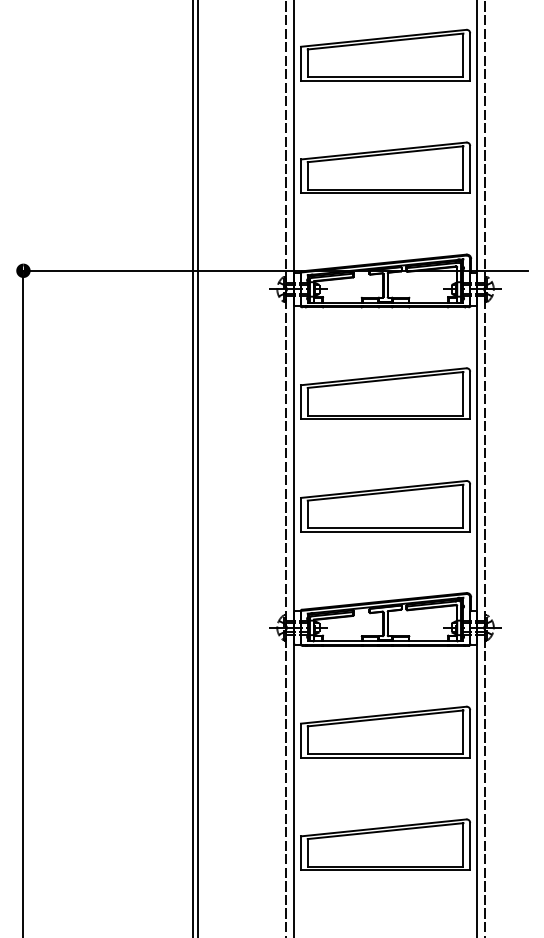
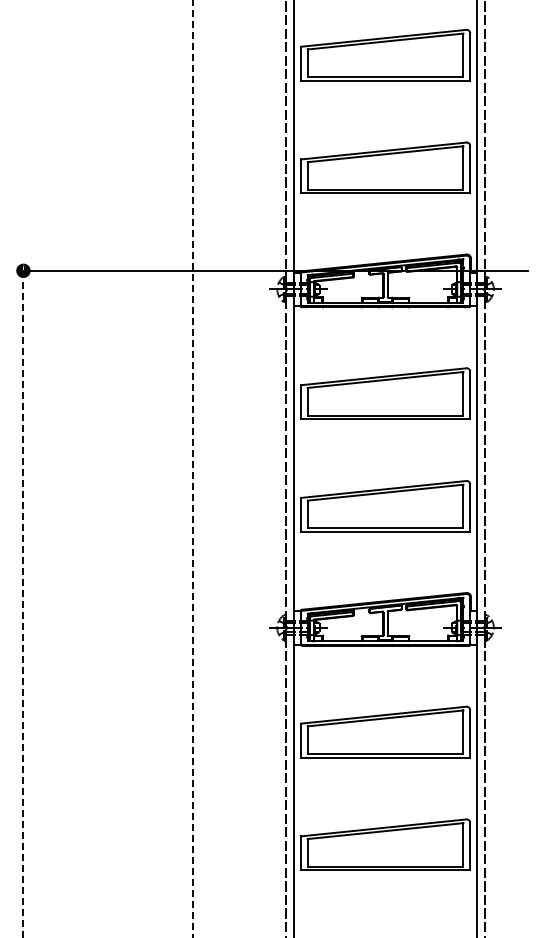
line at (192, 468): solid -> dashed
line at (197, 468): present -> none
line at (23, 604): solid -> dashed
